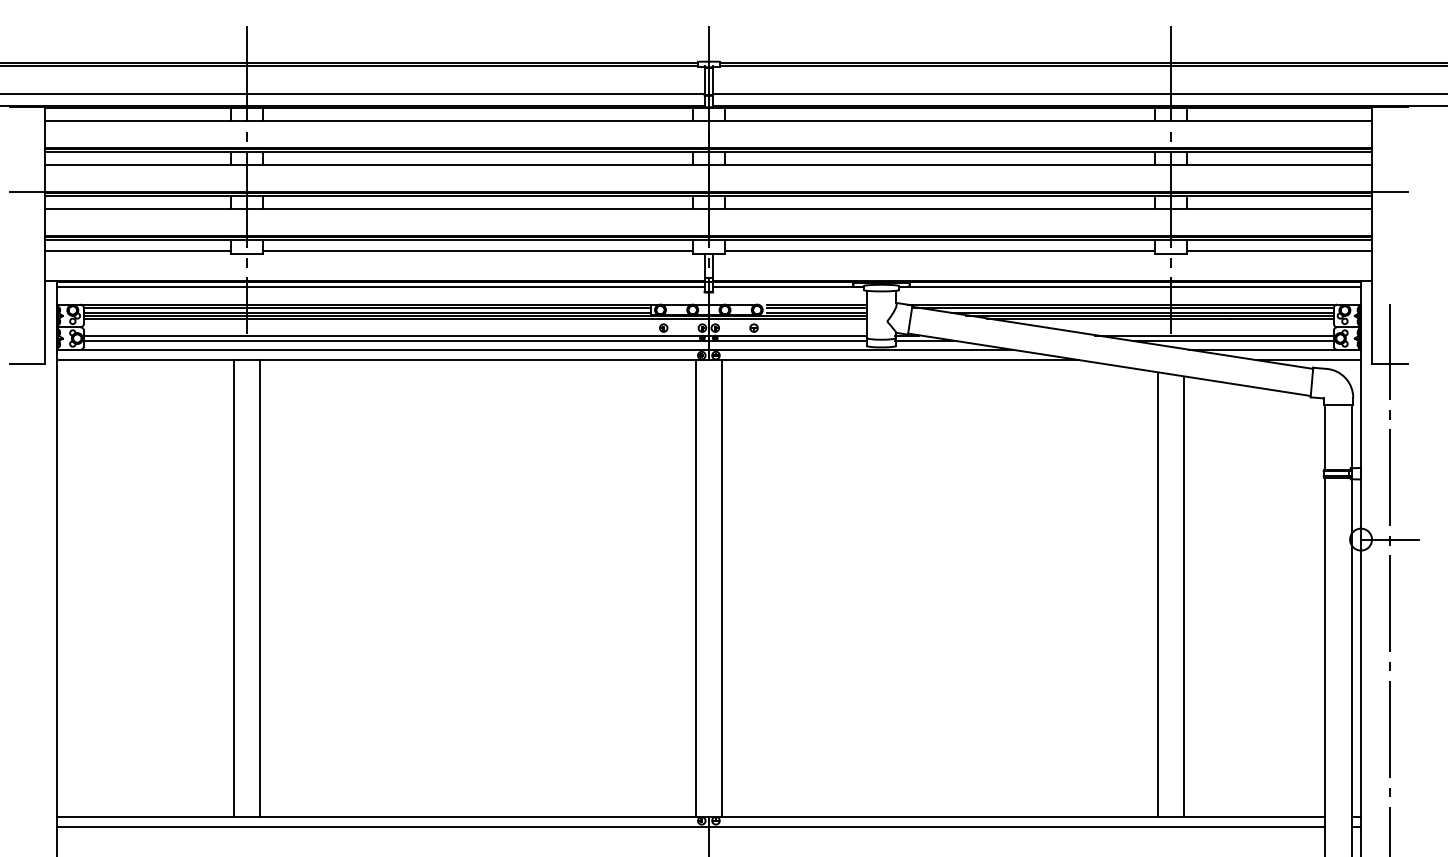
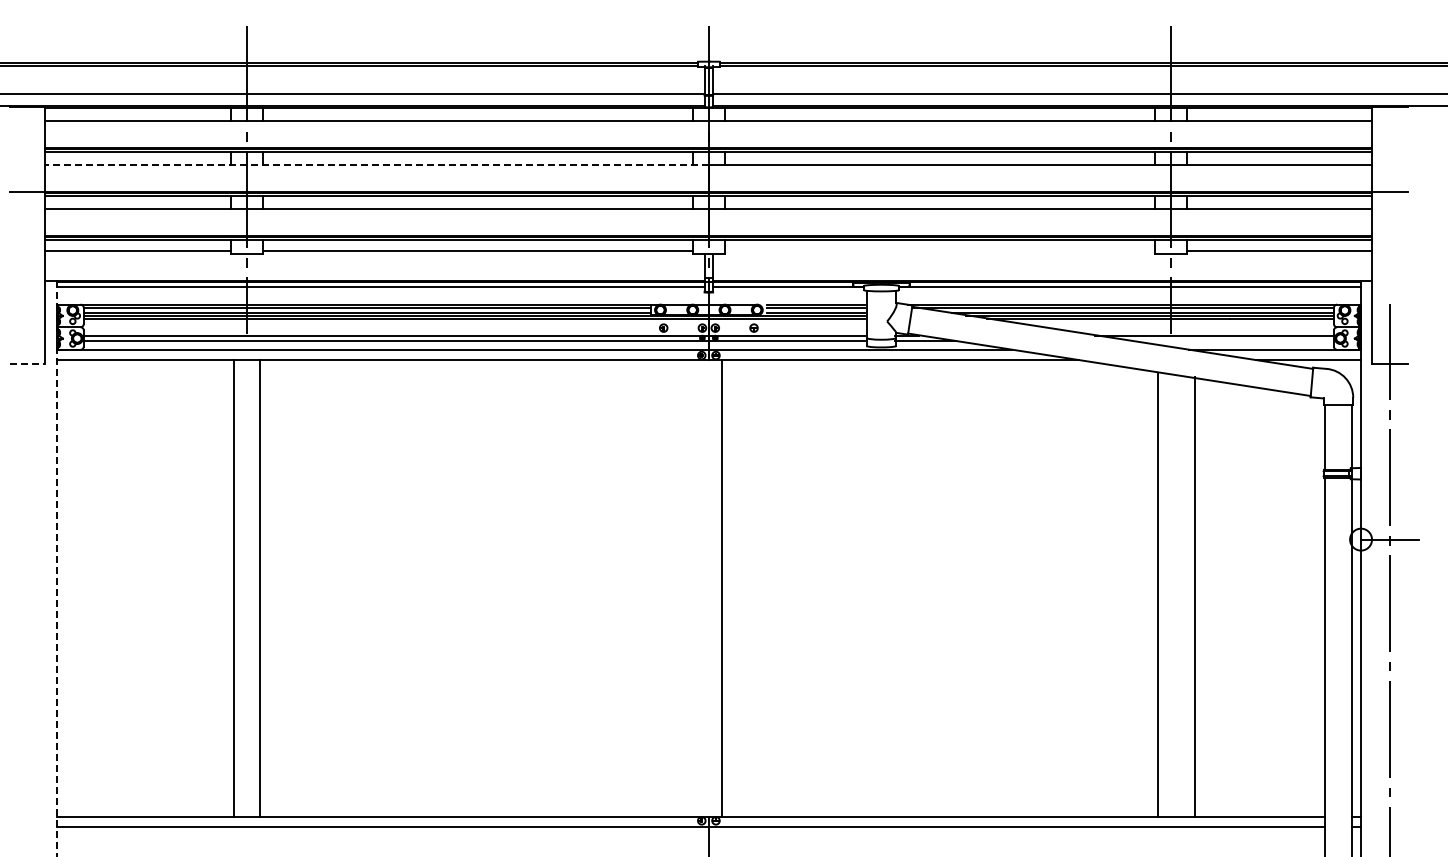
line at (377, 165): solid -> dashed
line at (939, 250): present -> none
line at (1233, 341): present -> none
line at (27, 364): solid -> dashed
line at (56, 568): solid -> dashed
line at (695, 588): present -> none
line at (1183, 596) position: (1183, 596) -> (1194, 596)
